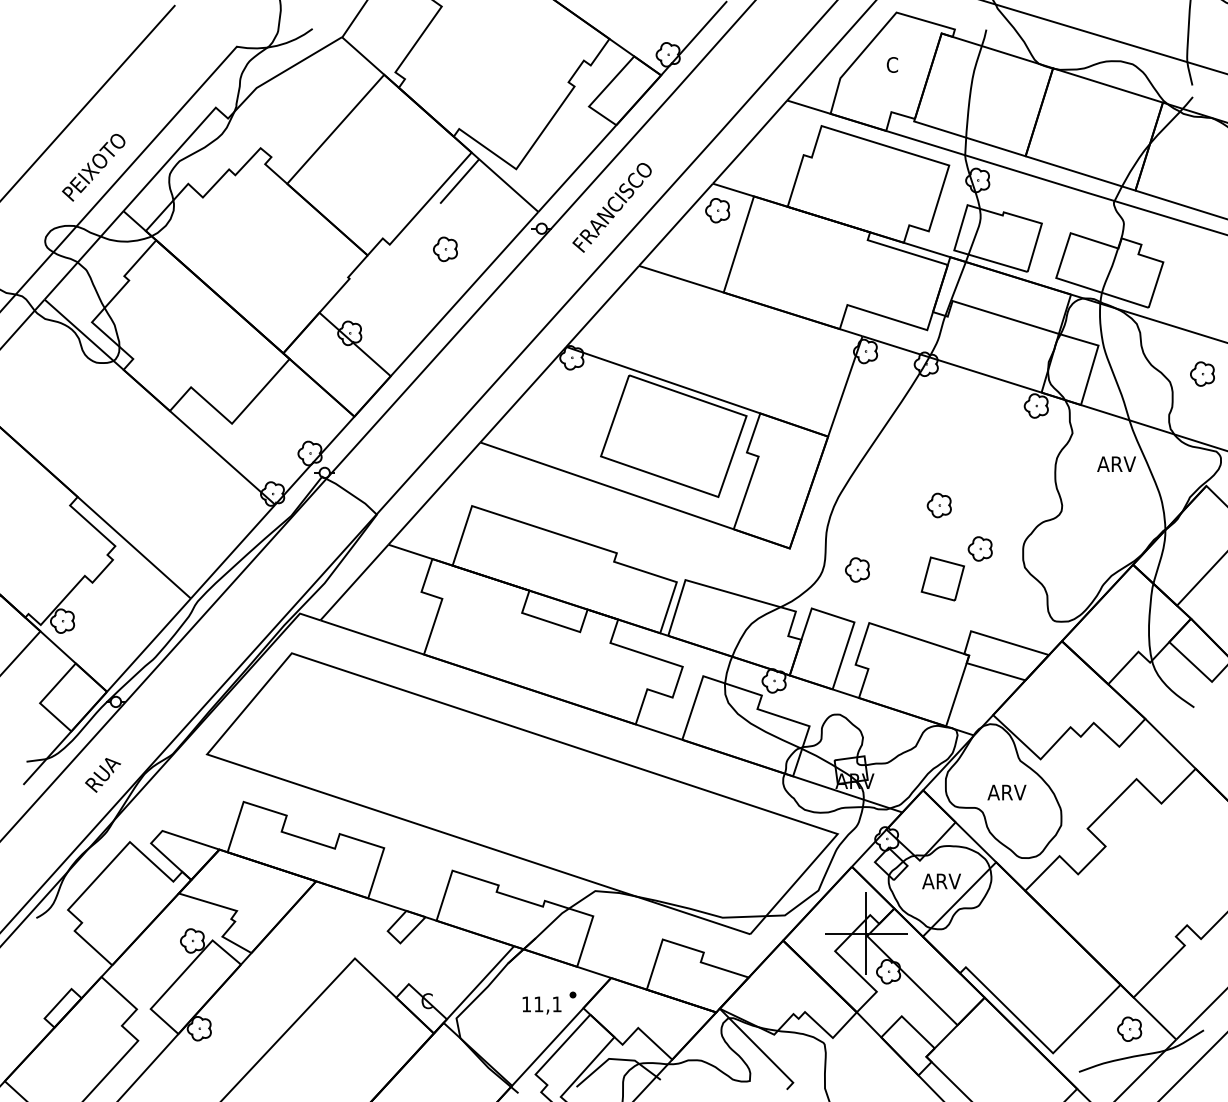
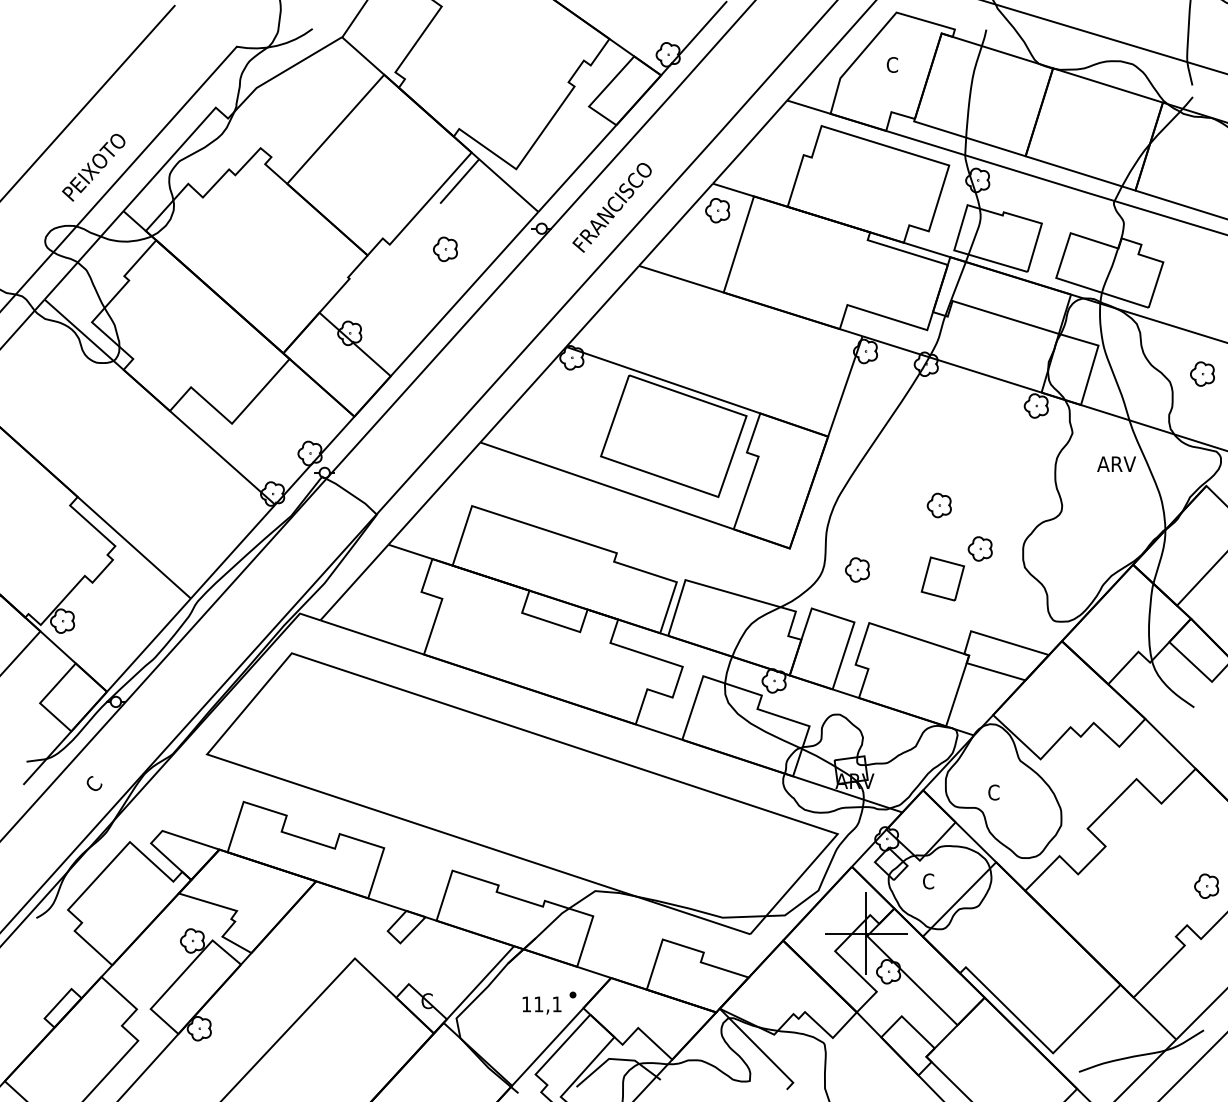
text at (103, 775): RUA -> C
text at (1006, 792): ARV -> C
text at (941, 881): ARV -> C
part at (1129, 1028) position: (1129, 1028) -> (1206, 885)
